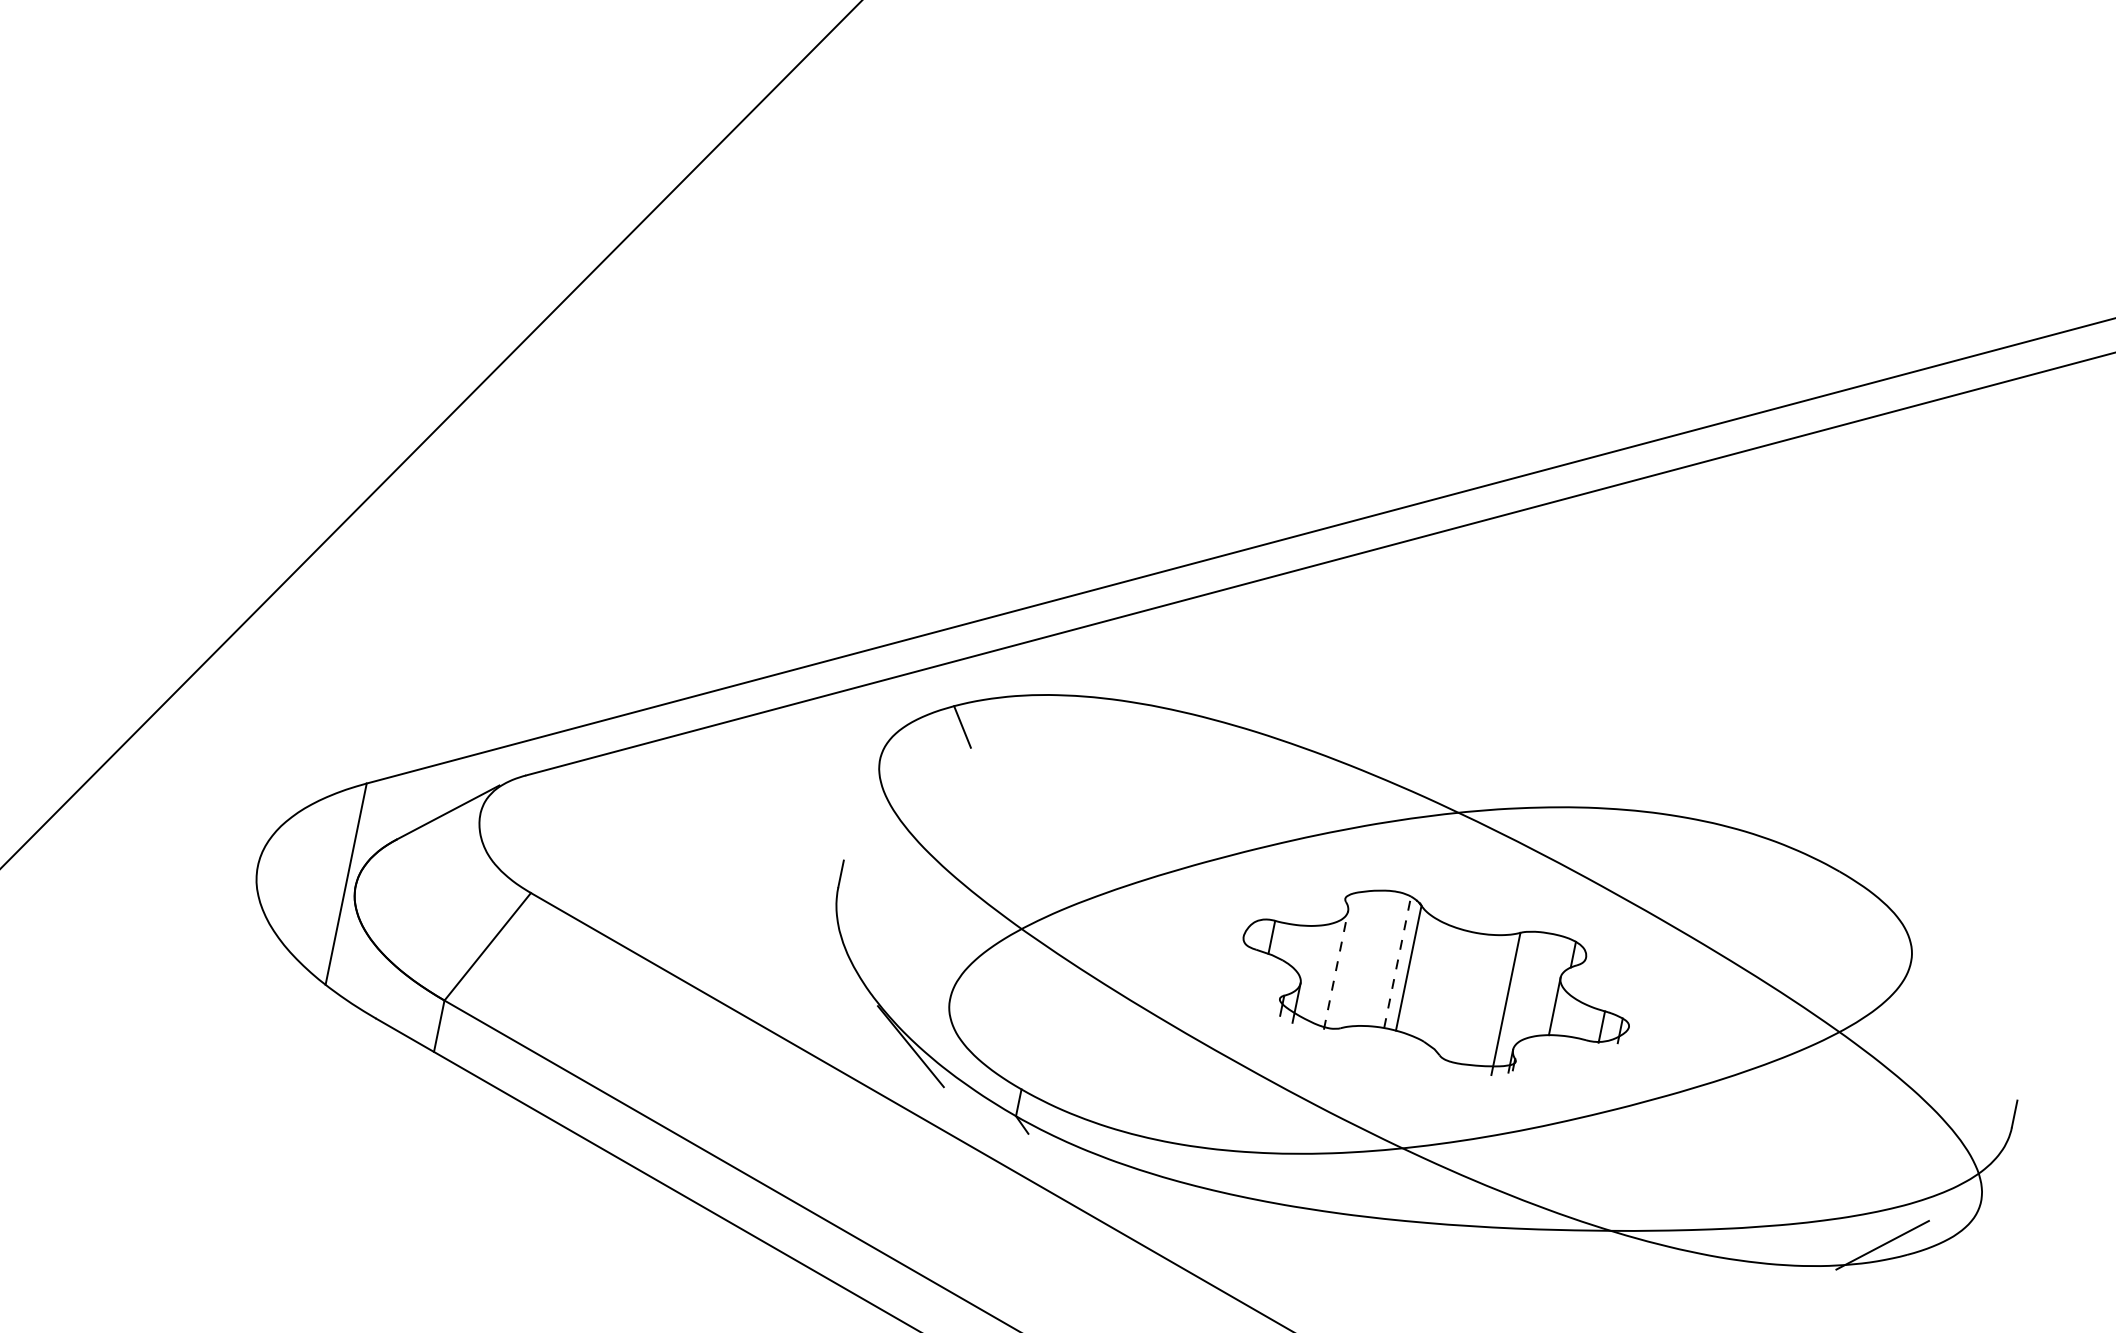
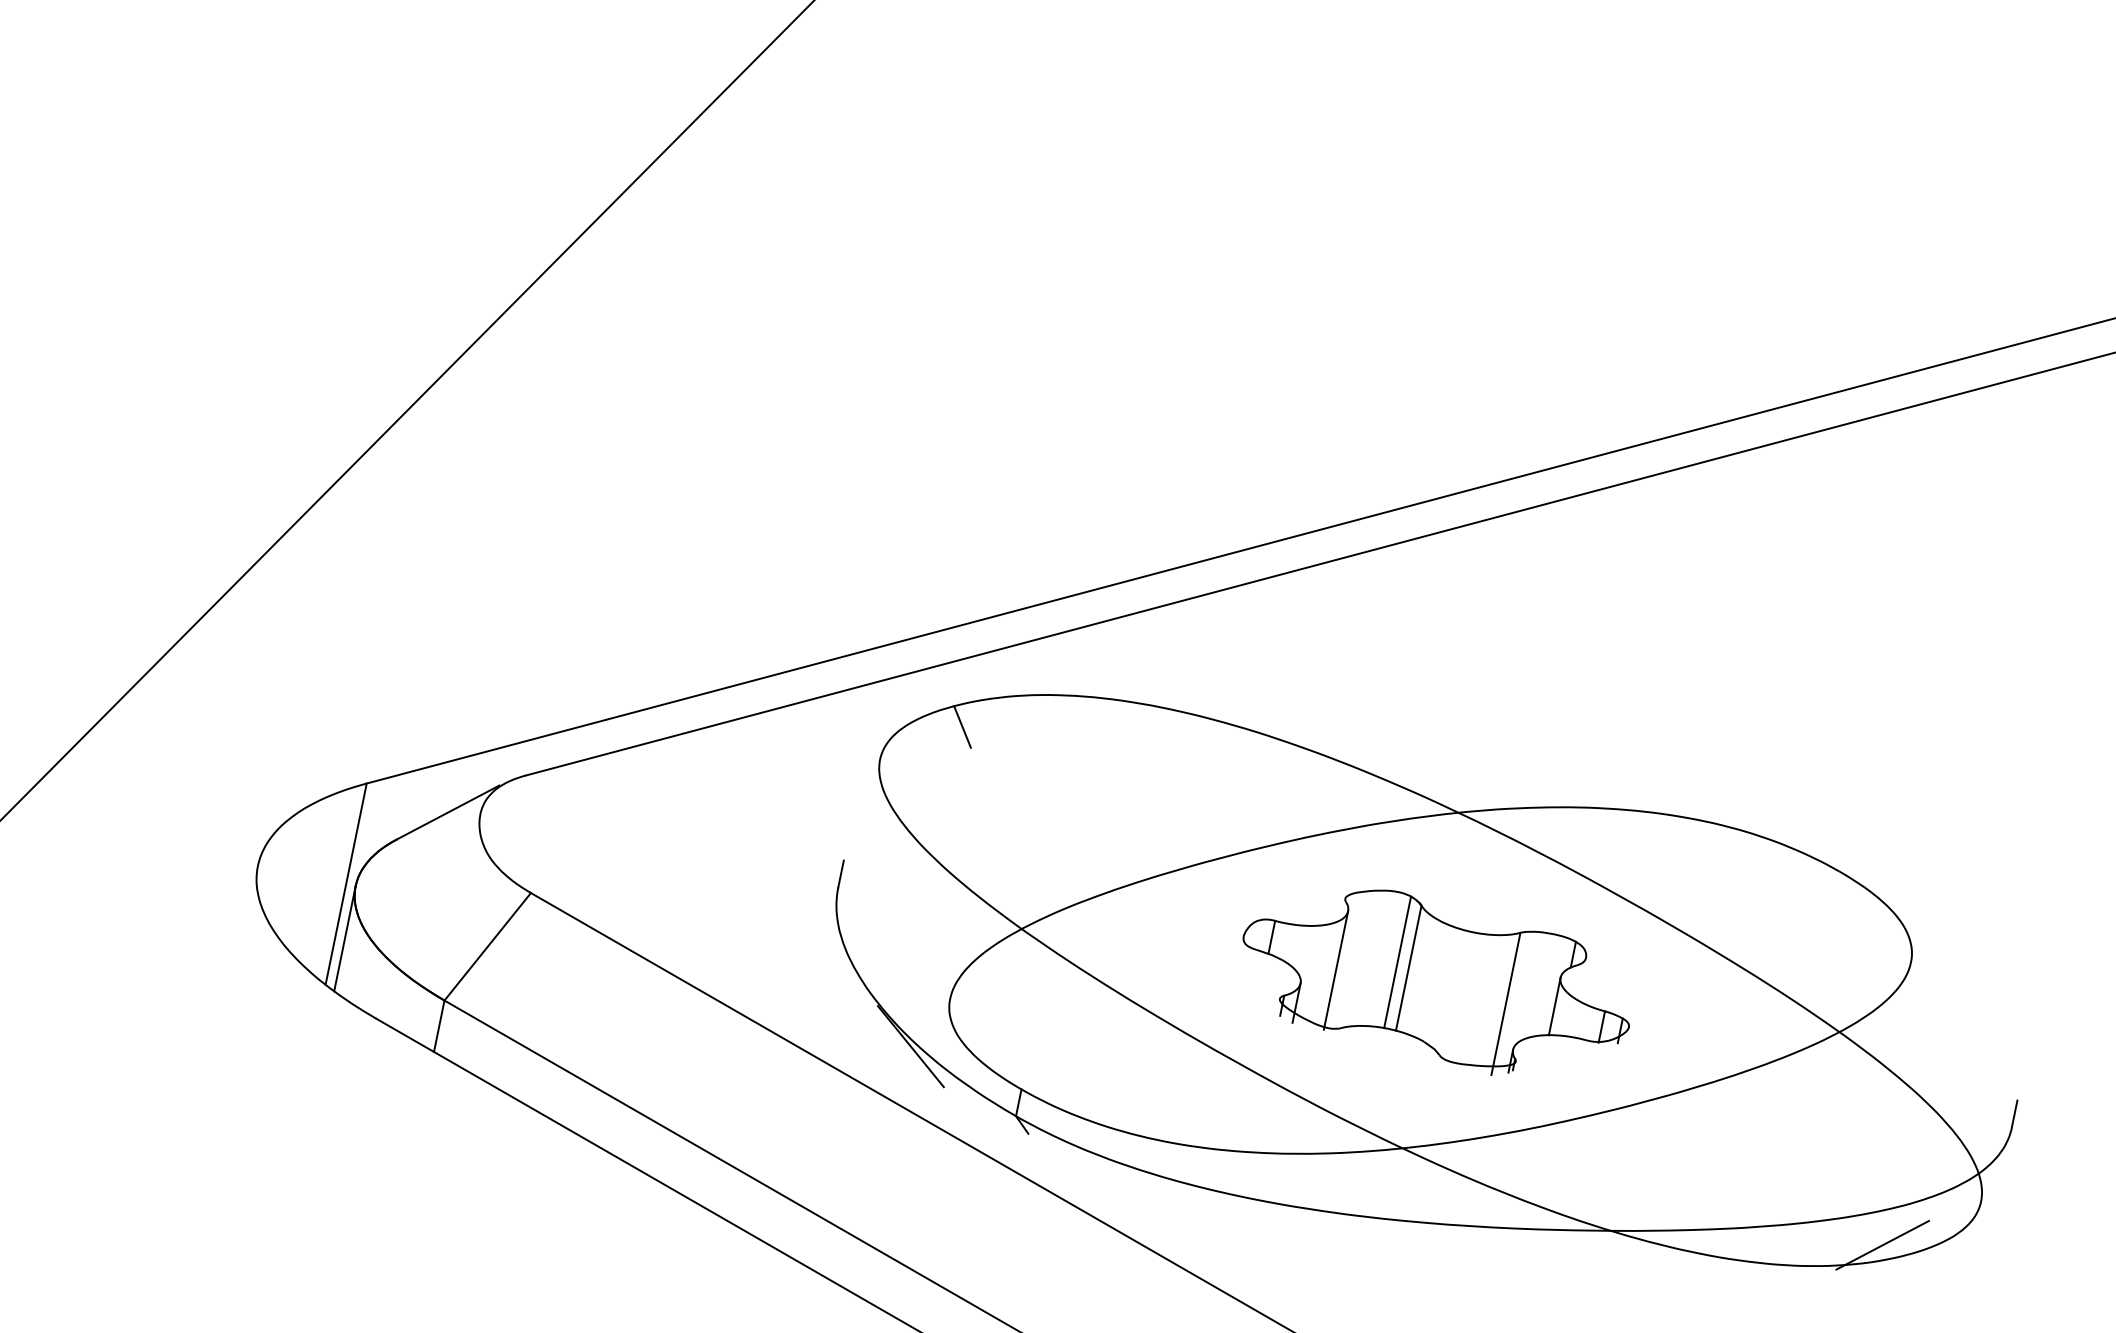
line at (431, 434) position: (431, 434) -> (407, 410)
line at (344, 938): none -> present
line at (1397, 961): dashed -> solid
line at (1336, 969): dashed -> solid
